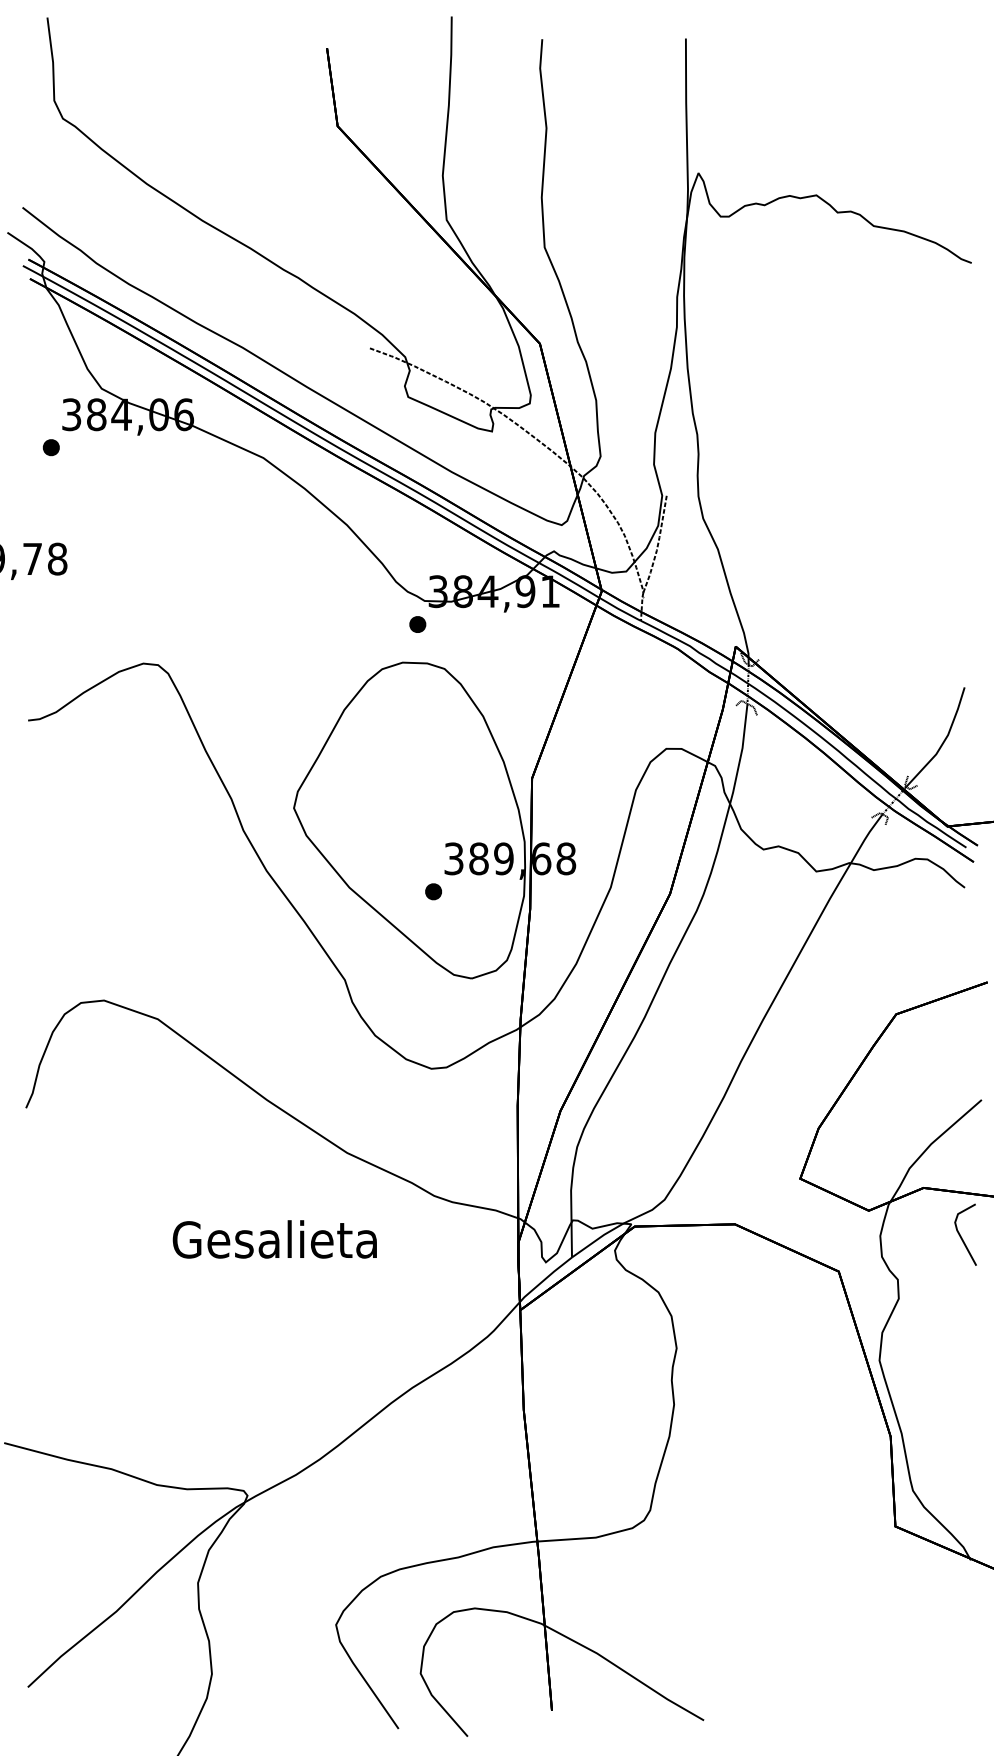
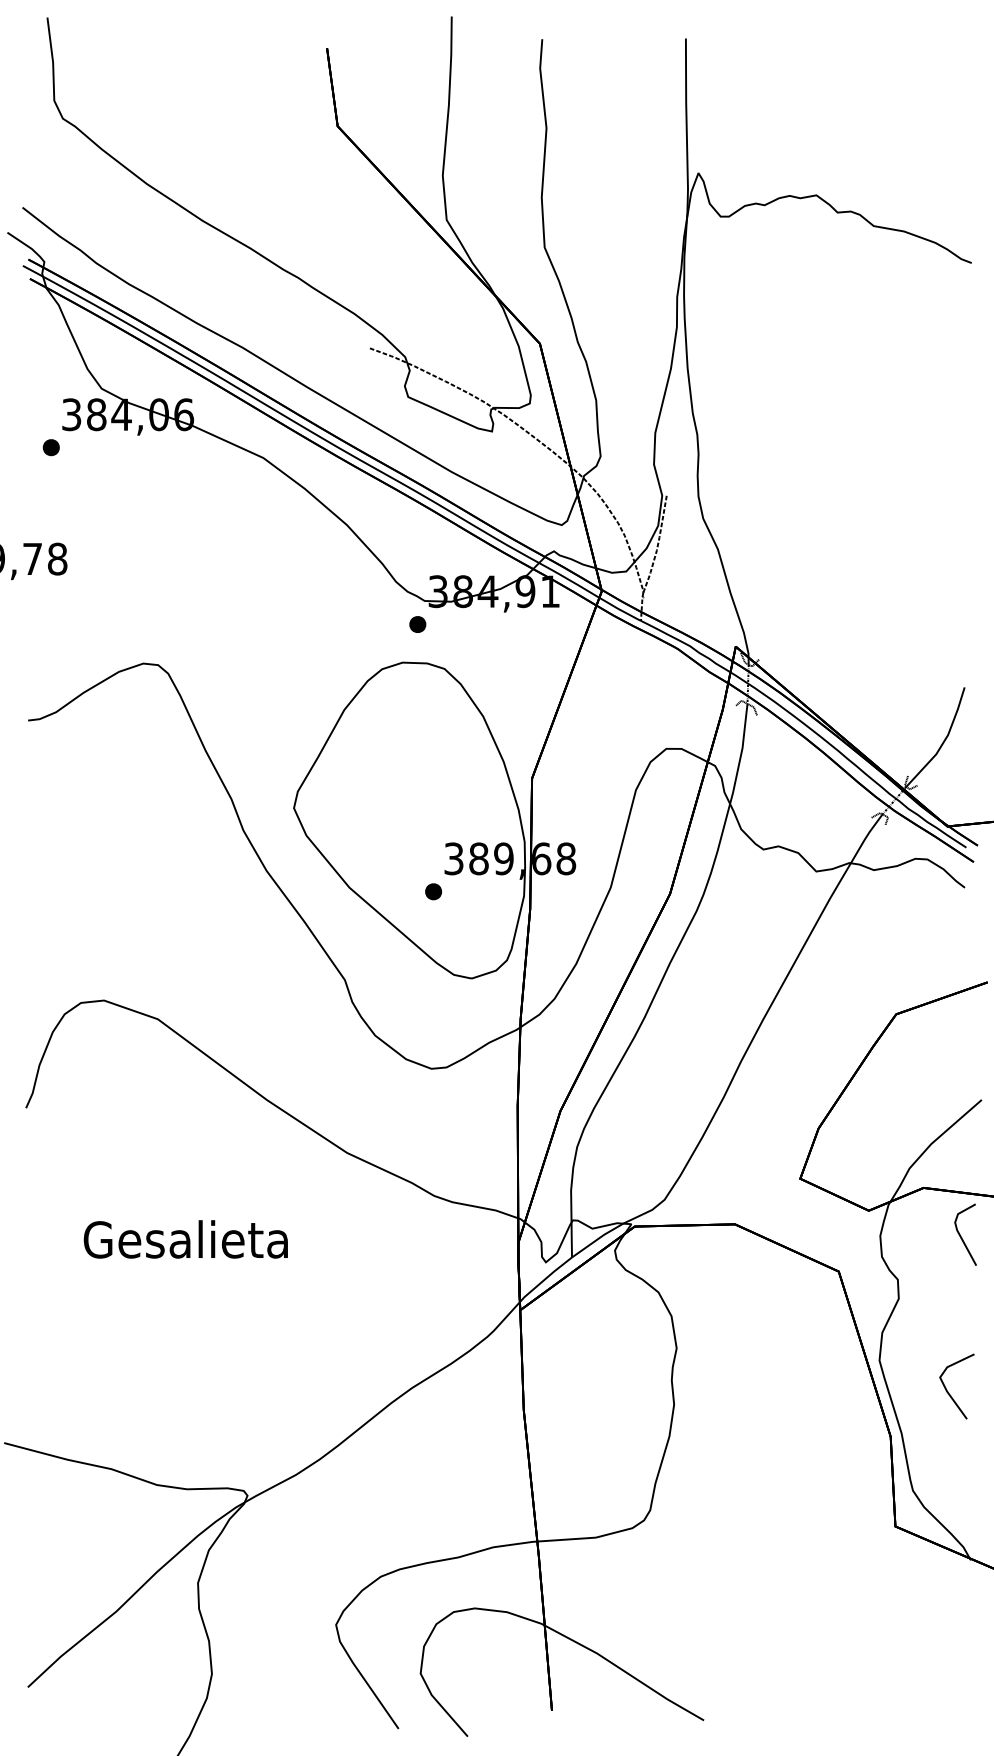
text at (274, 1239) position: (274, 1239) -> (185, 1239)
line at (948, 1391): none -> present
